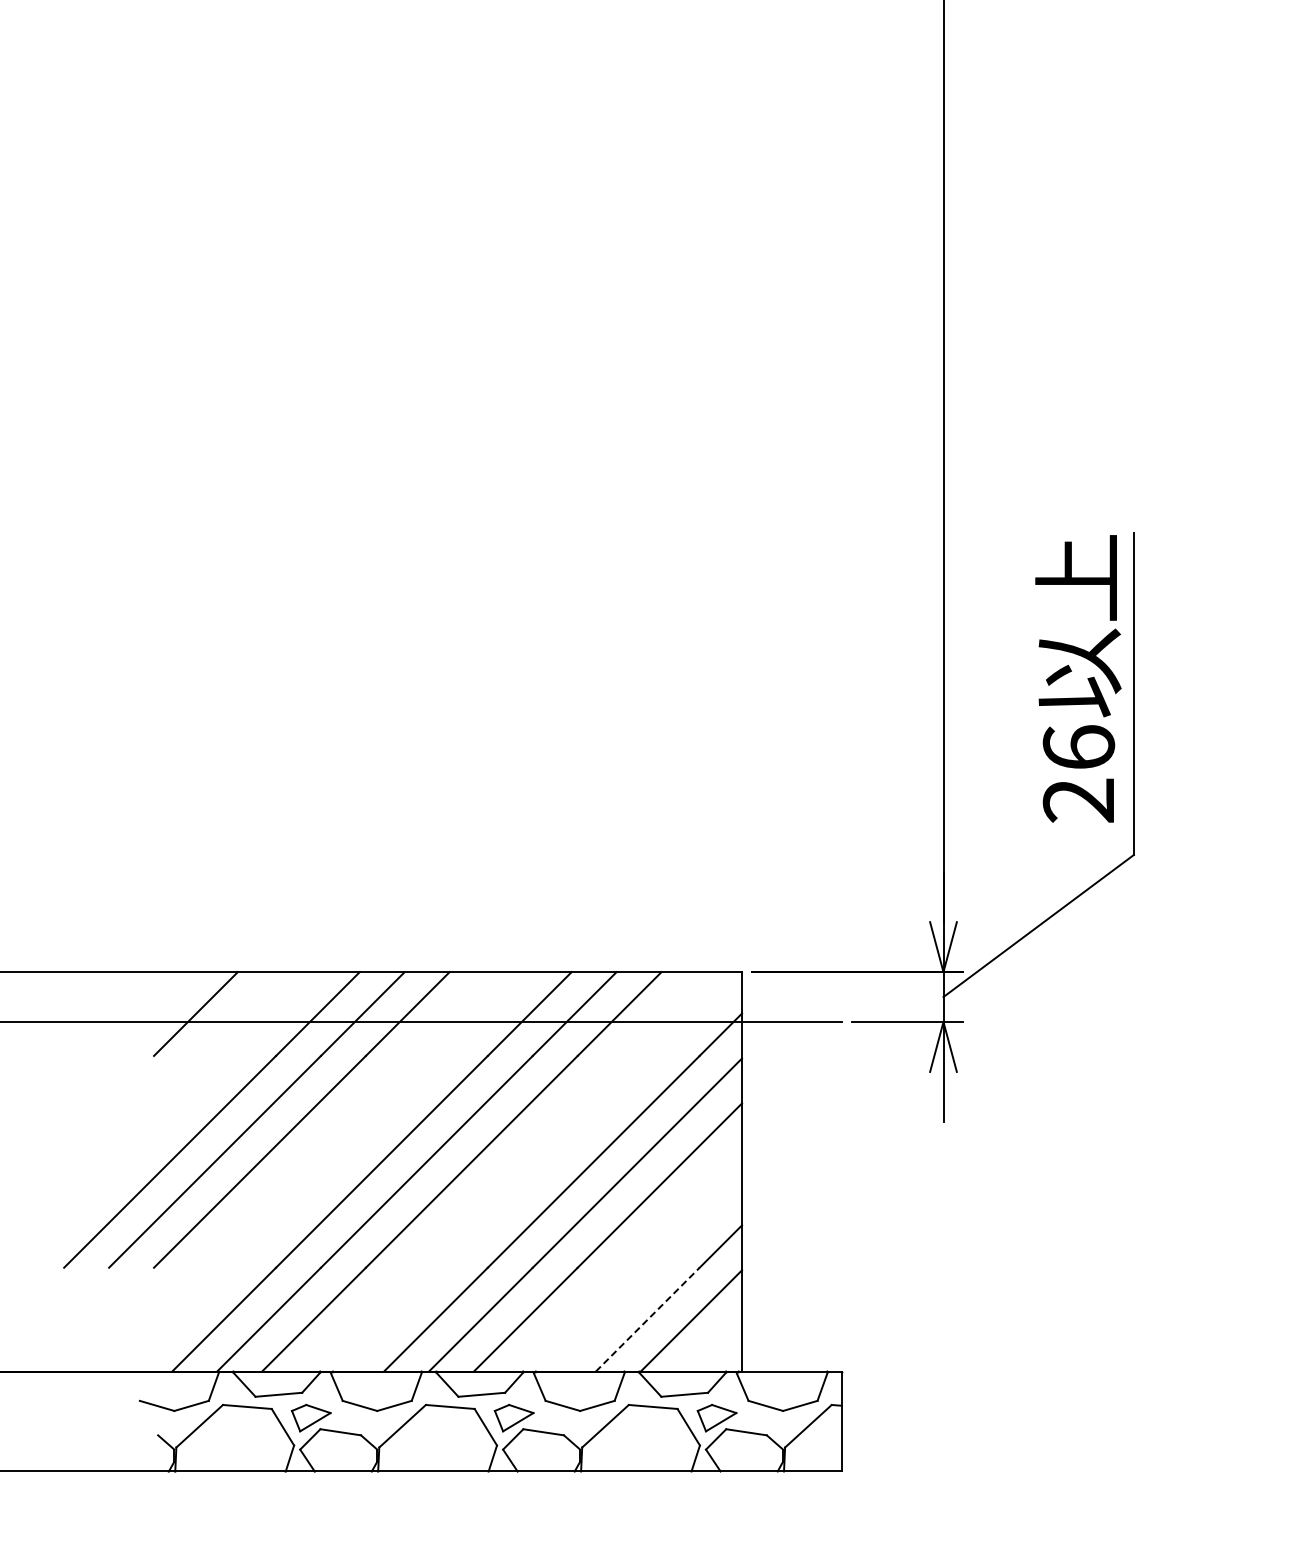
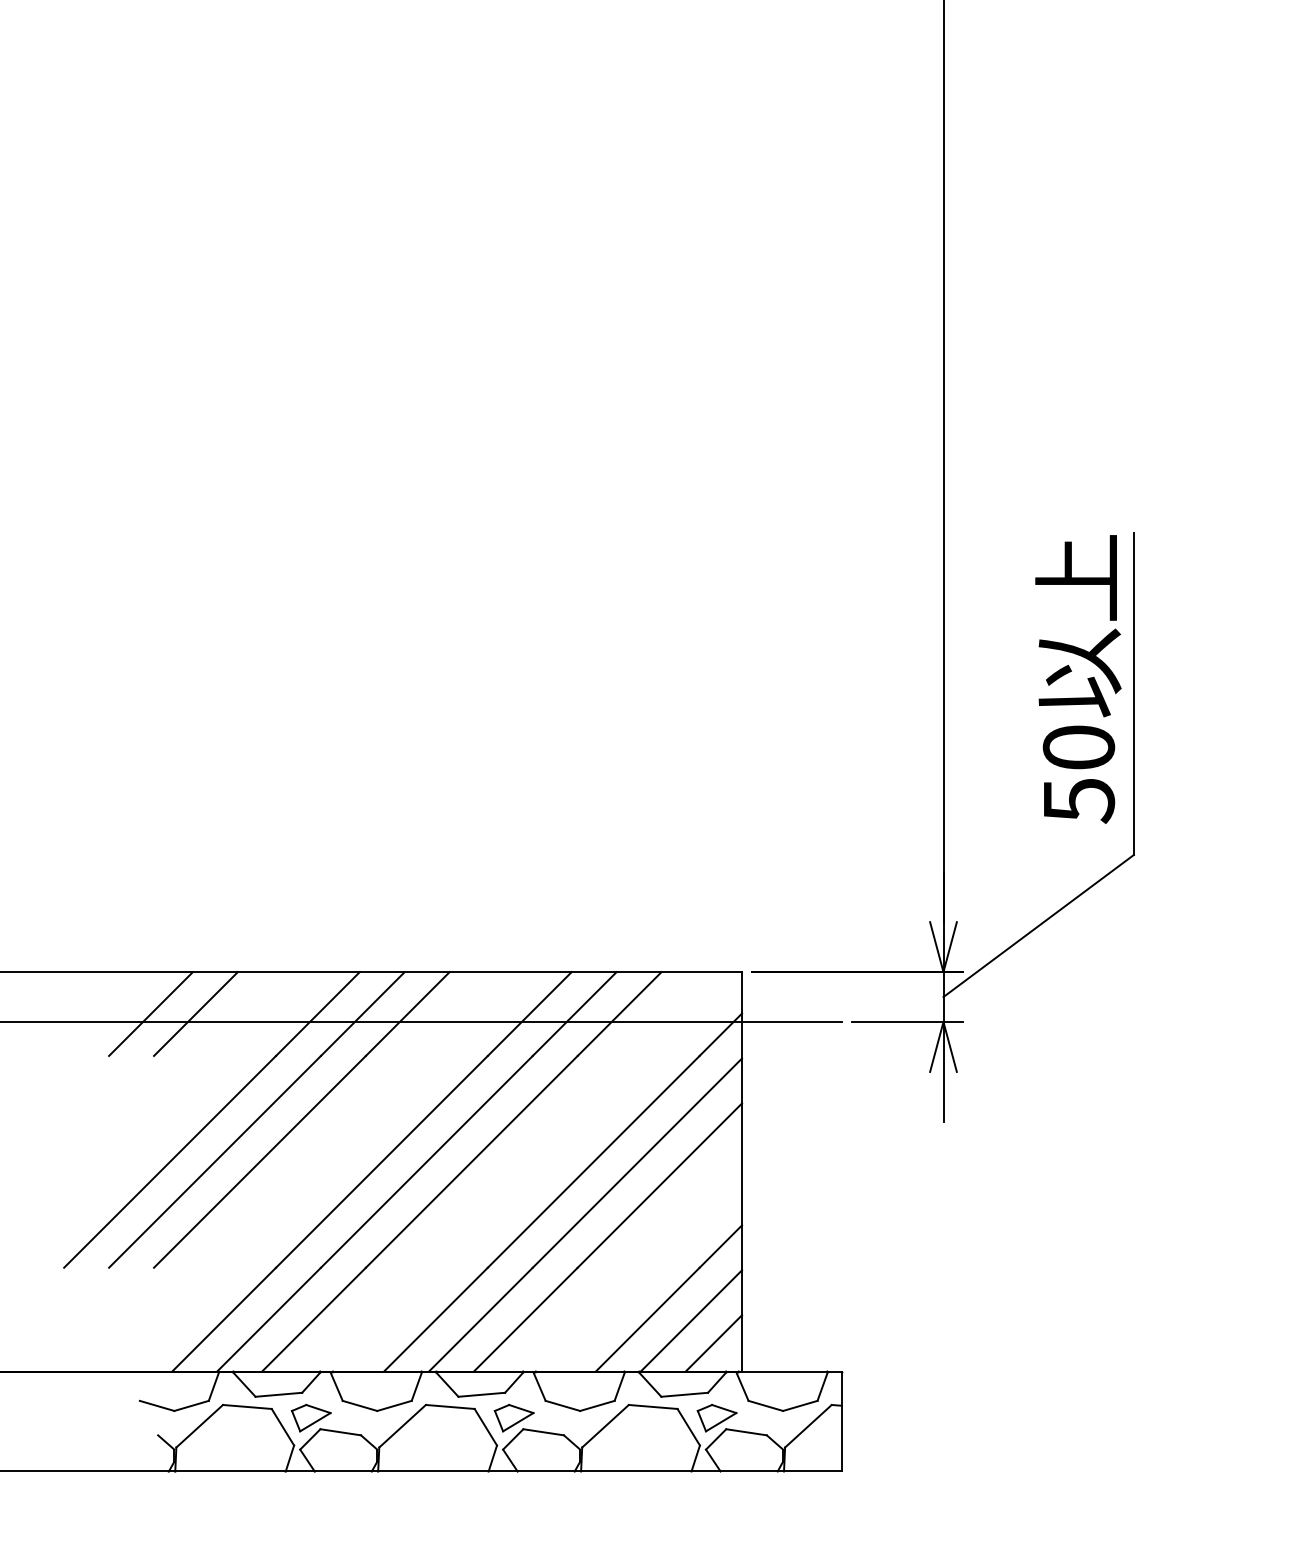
text at (1078, 774): 26 -> 50
line at (150, 1013): none -> present
line at (648, 1319): dashed -> solid
line at (713, 1343): none -> present
